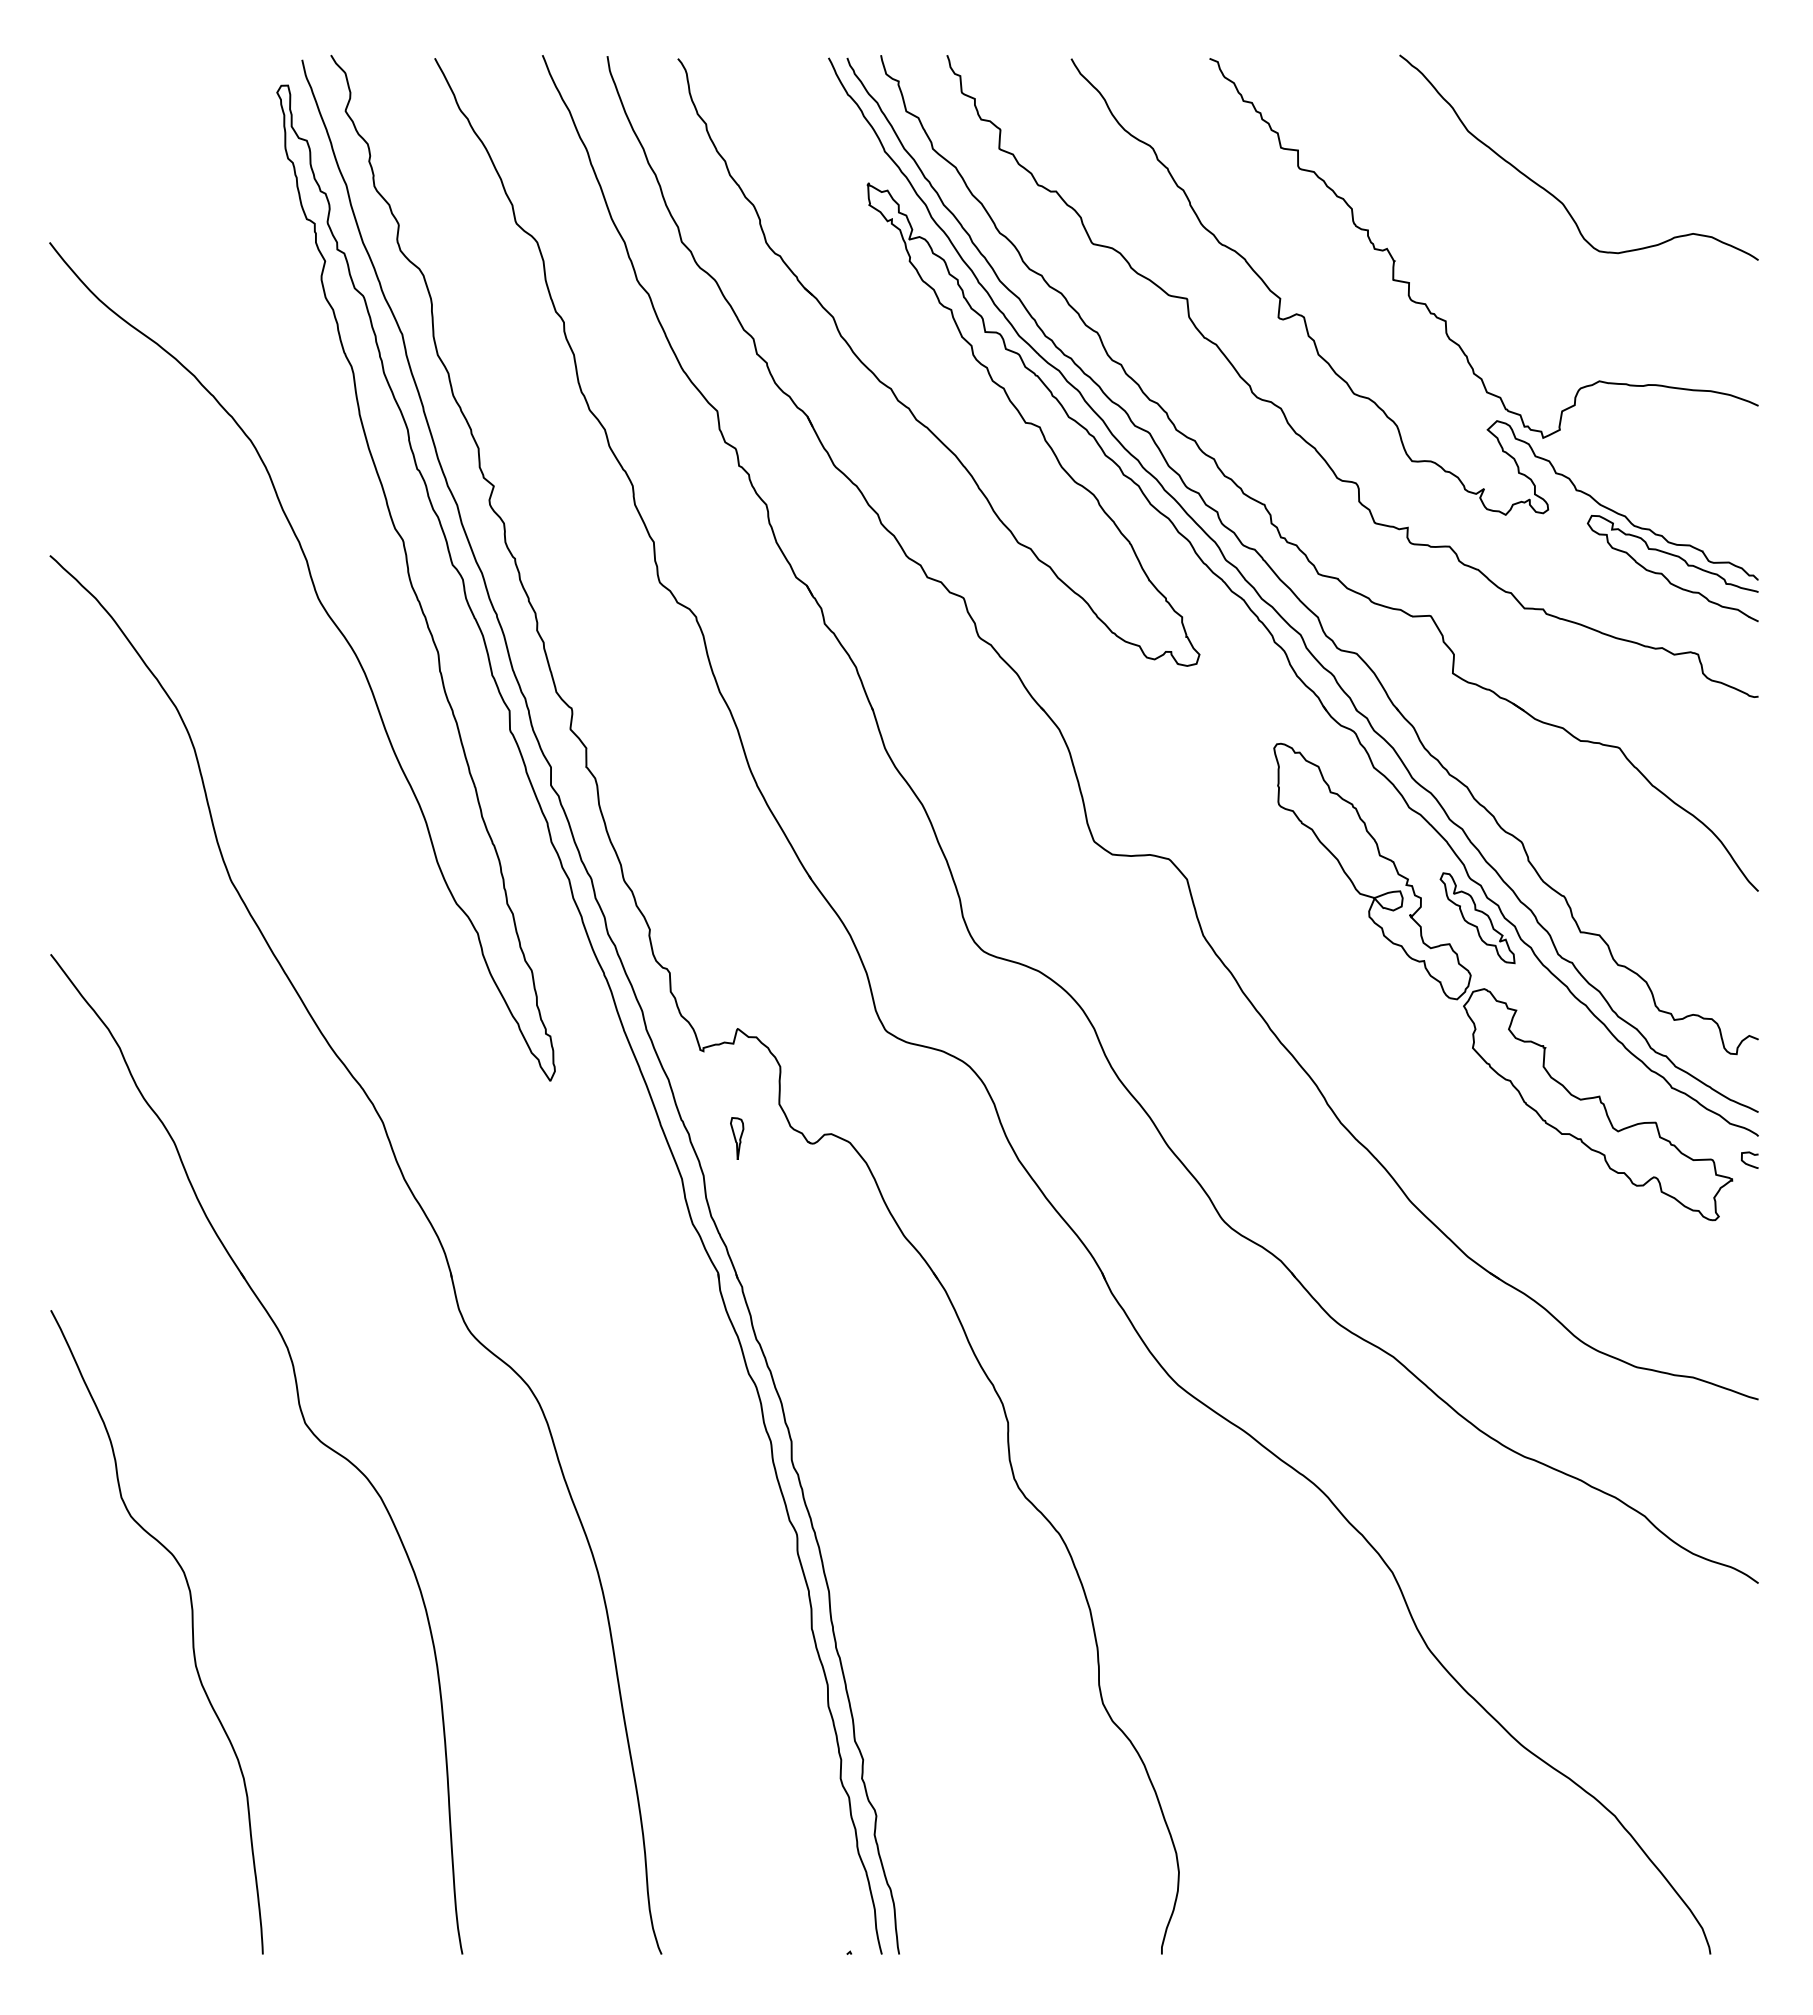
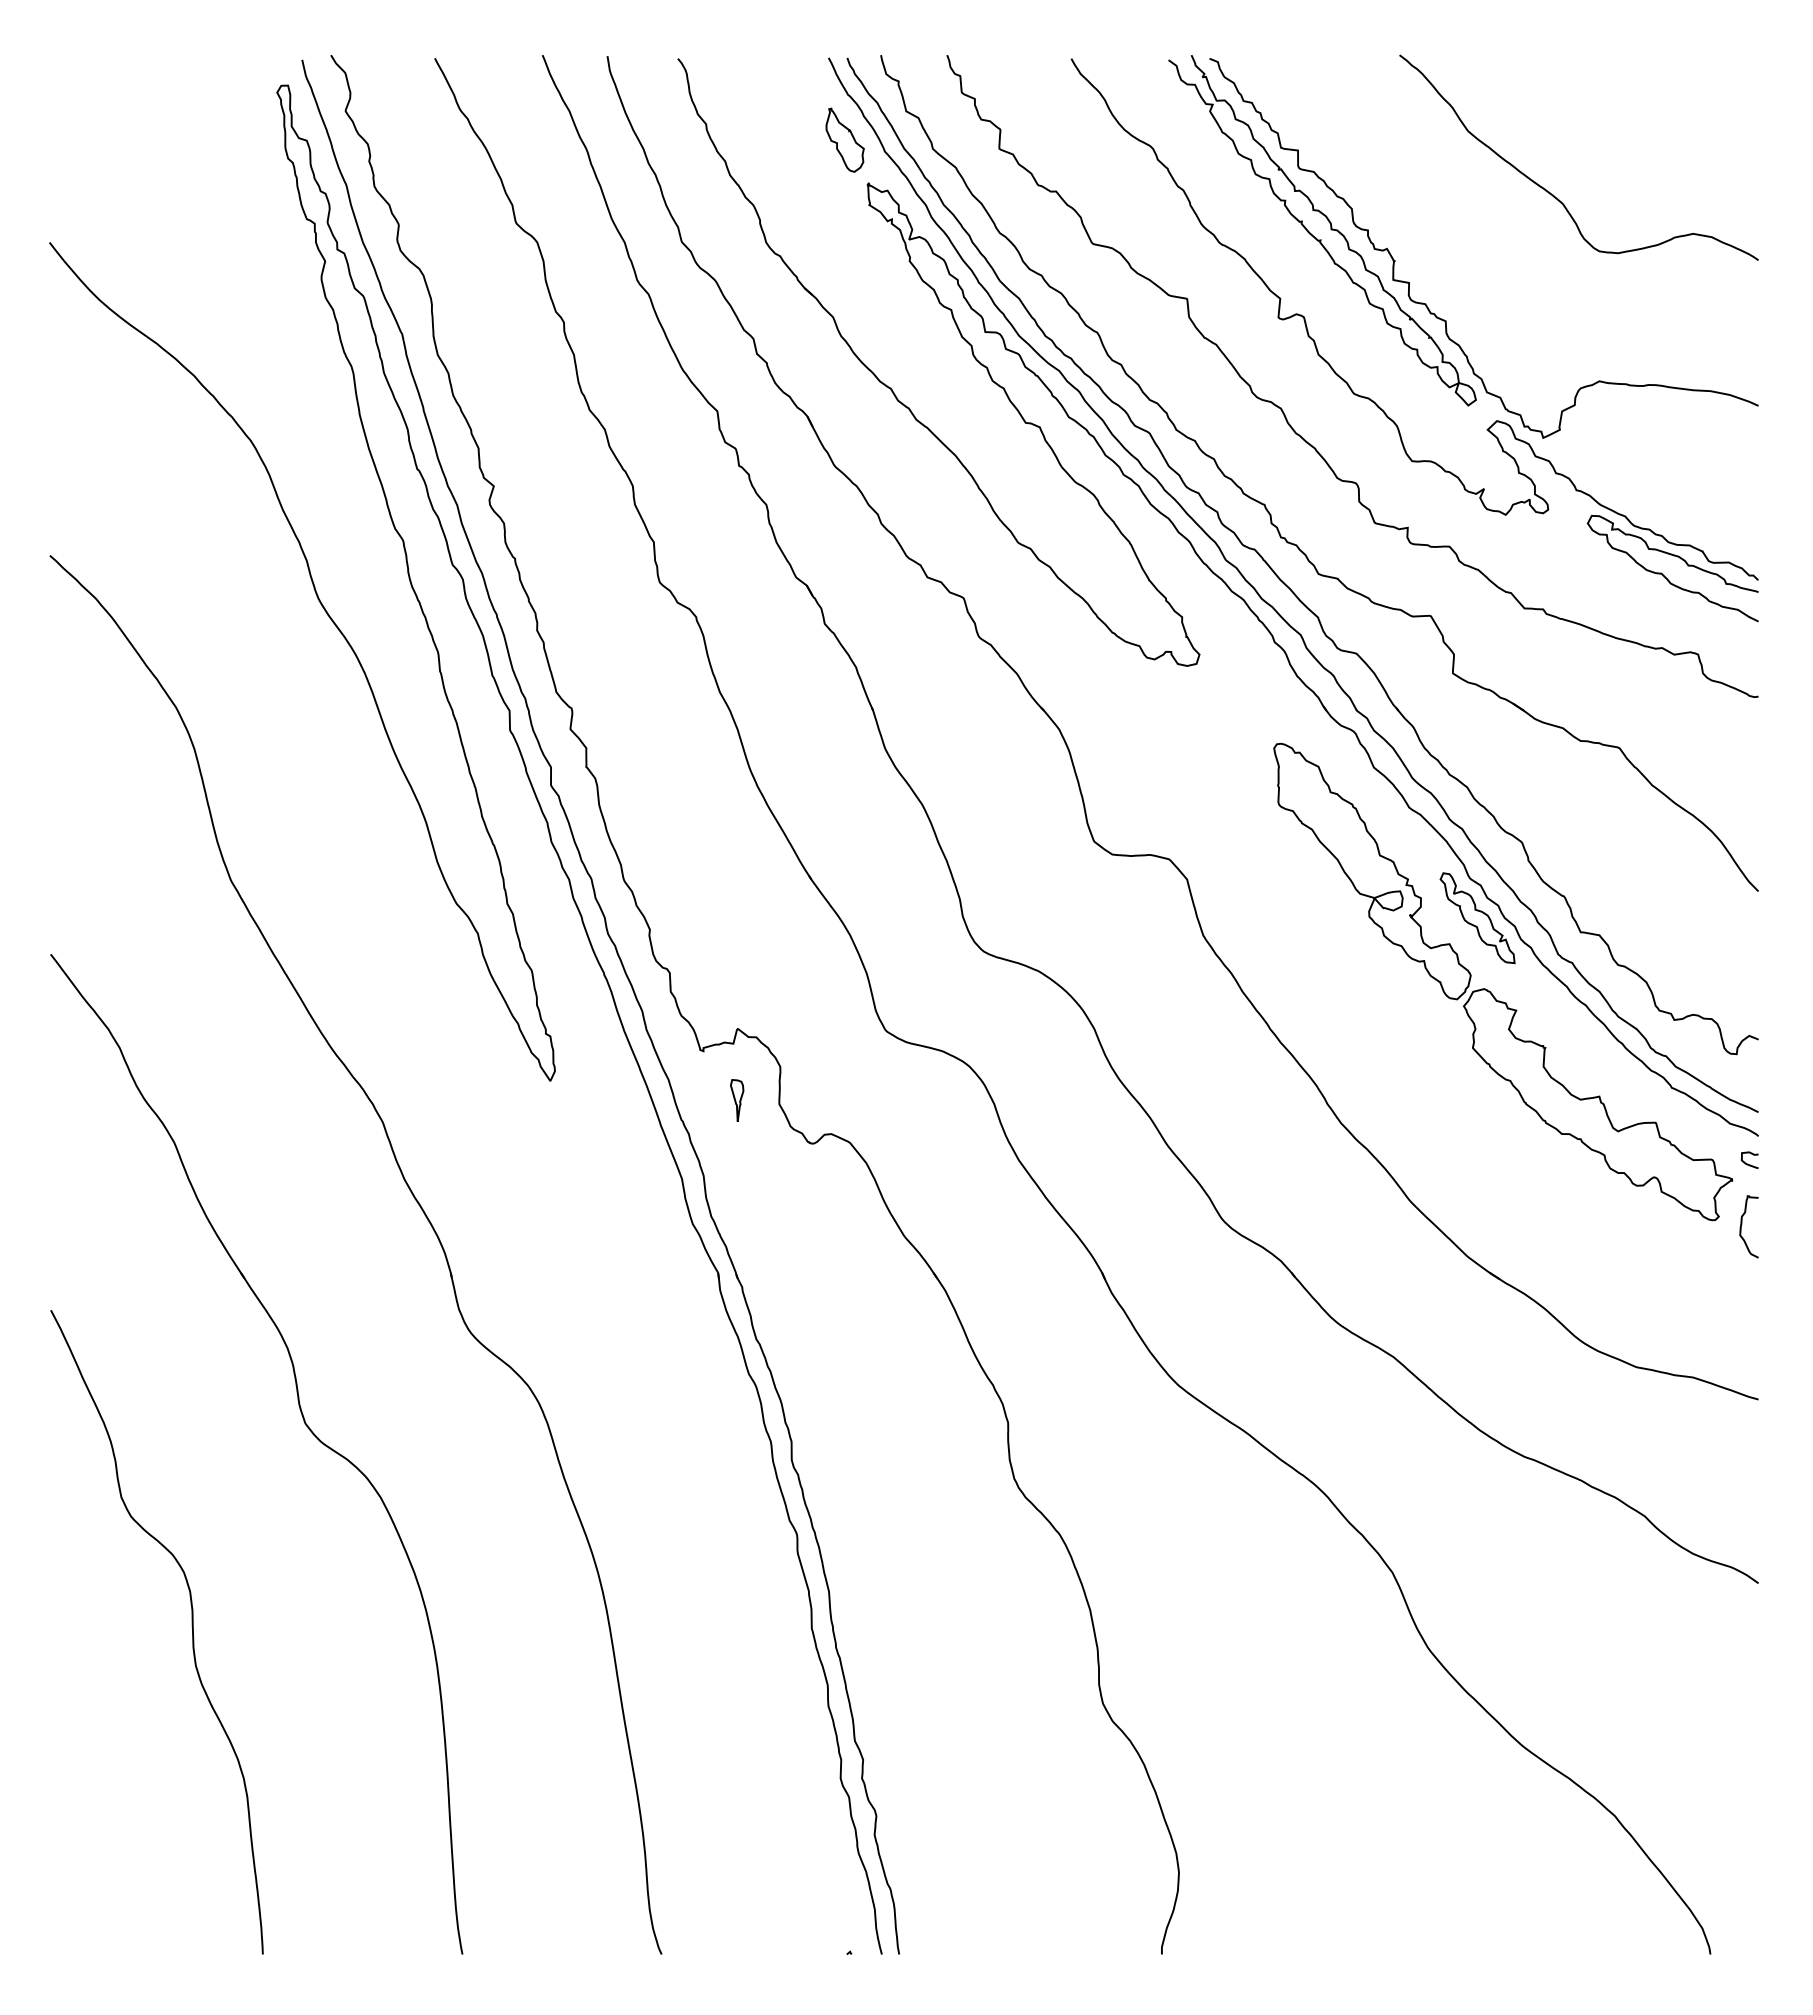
part at (844, 139): none -> present
curve at (1330, 229): none -> present
part at (737, 1138) position: (737, 1138) -> (737, 1100)
curve at (1742, 1224): none -> present
